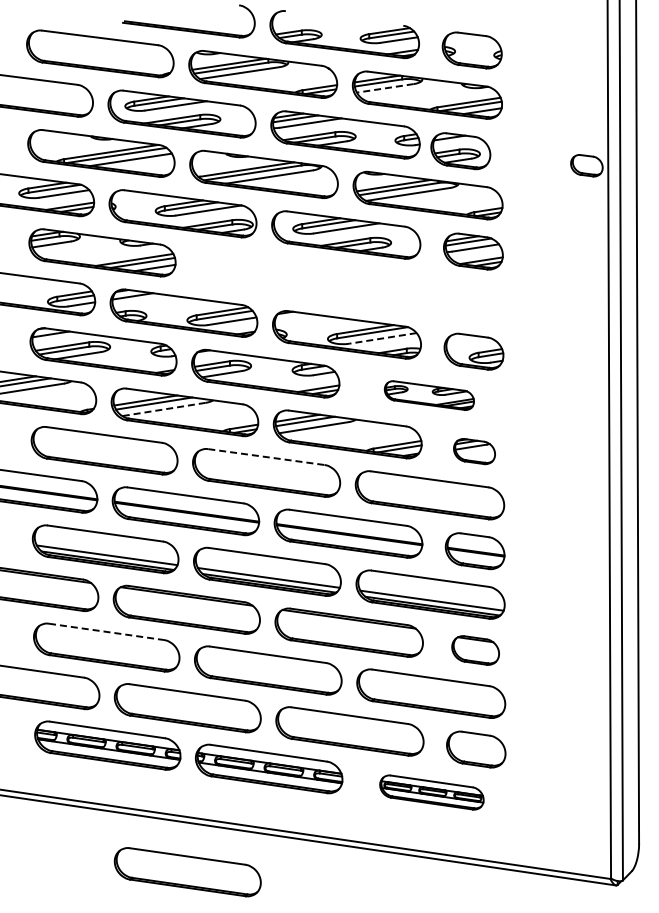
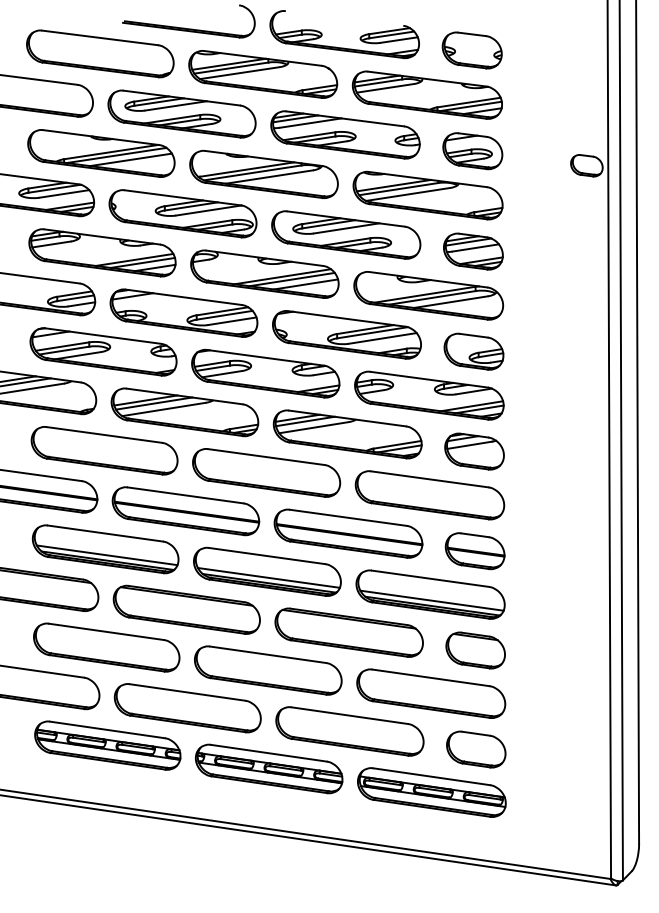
line at (385, 88): dashed -> solid
part at (460, 151) position: (460, 151) -> (472, 151)
part at (264, 273): none -> present
part at (428, 295): none -> present
line at (382, 338): dashed -> solid
part at (428, 395) size: 92x31 px -> 151x51 px
line at (163, 409): dashed -> solid
part at (474, 451) size: 43x28 px -> 61x39 px
line at (266, 457): dashed -> solid
line at (107, 631): dashed -> solid
part at (475, 650) size: 49x31 px -> 61x39 px
part at (431, 792) size: 106x37 px -> 150x51 px
part at (187, 872): present -> none
